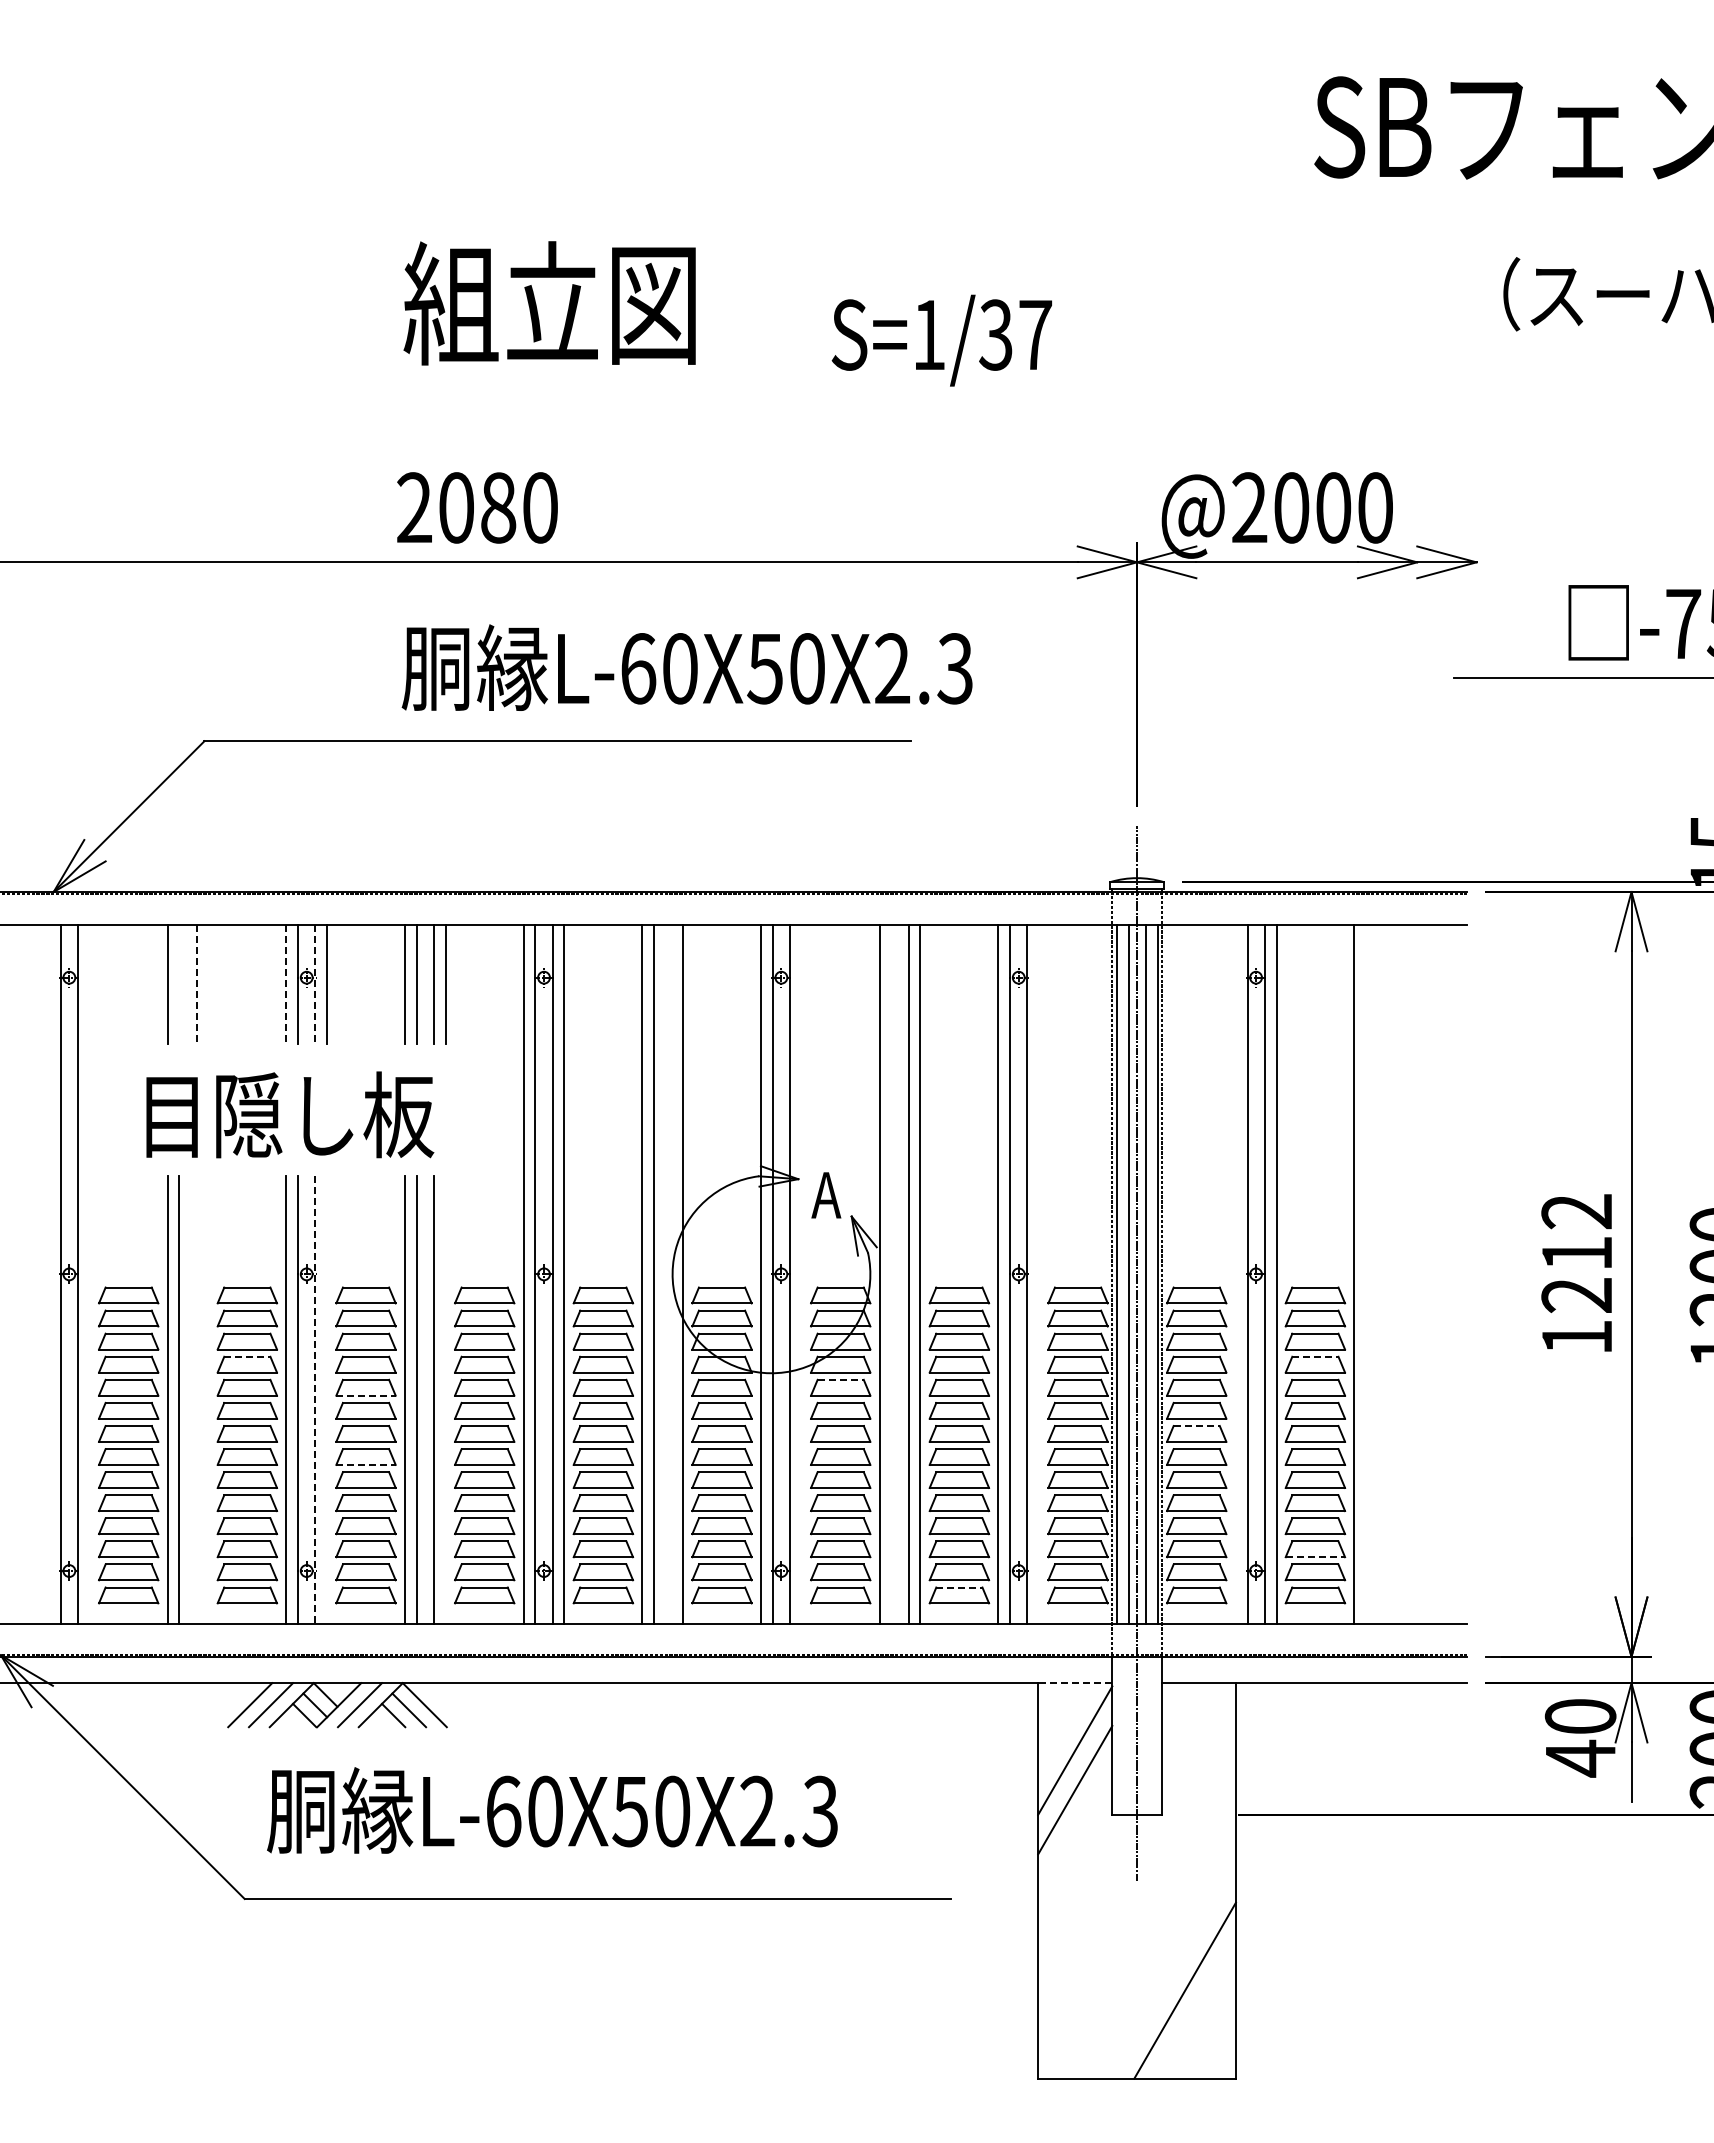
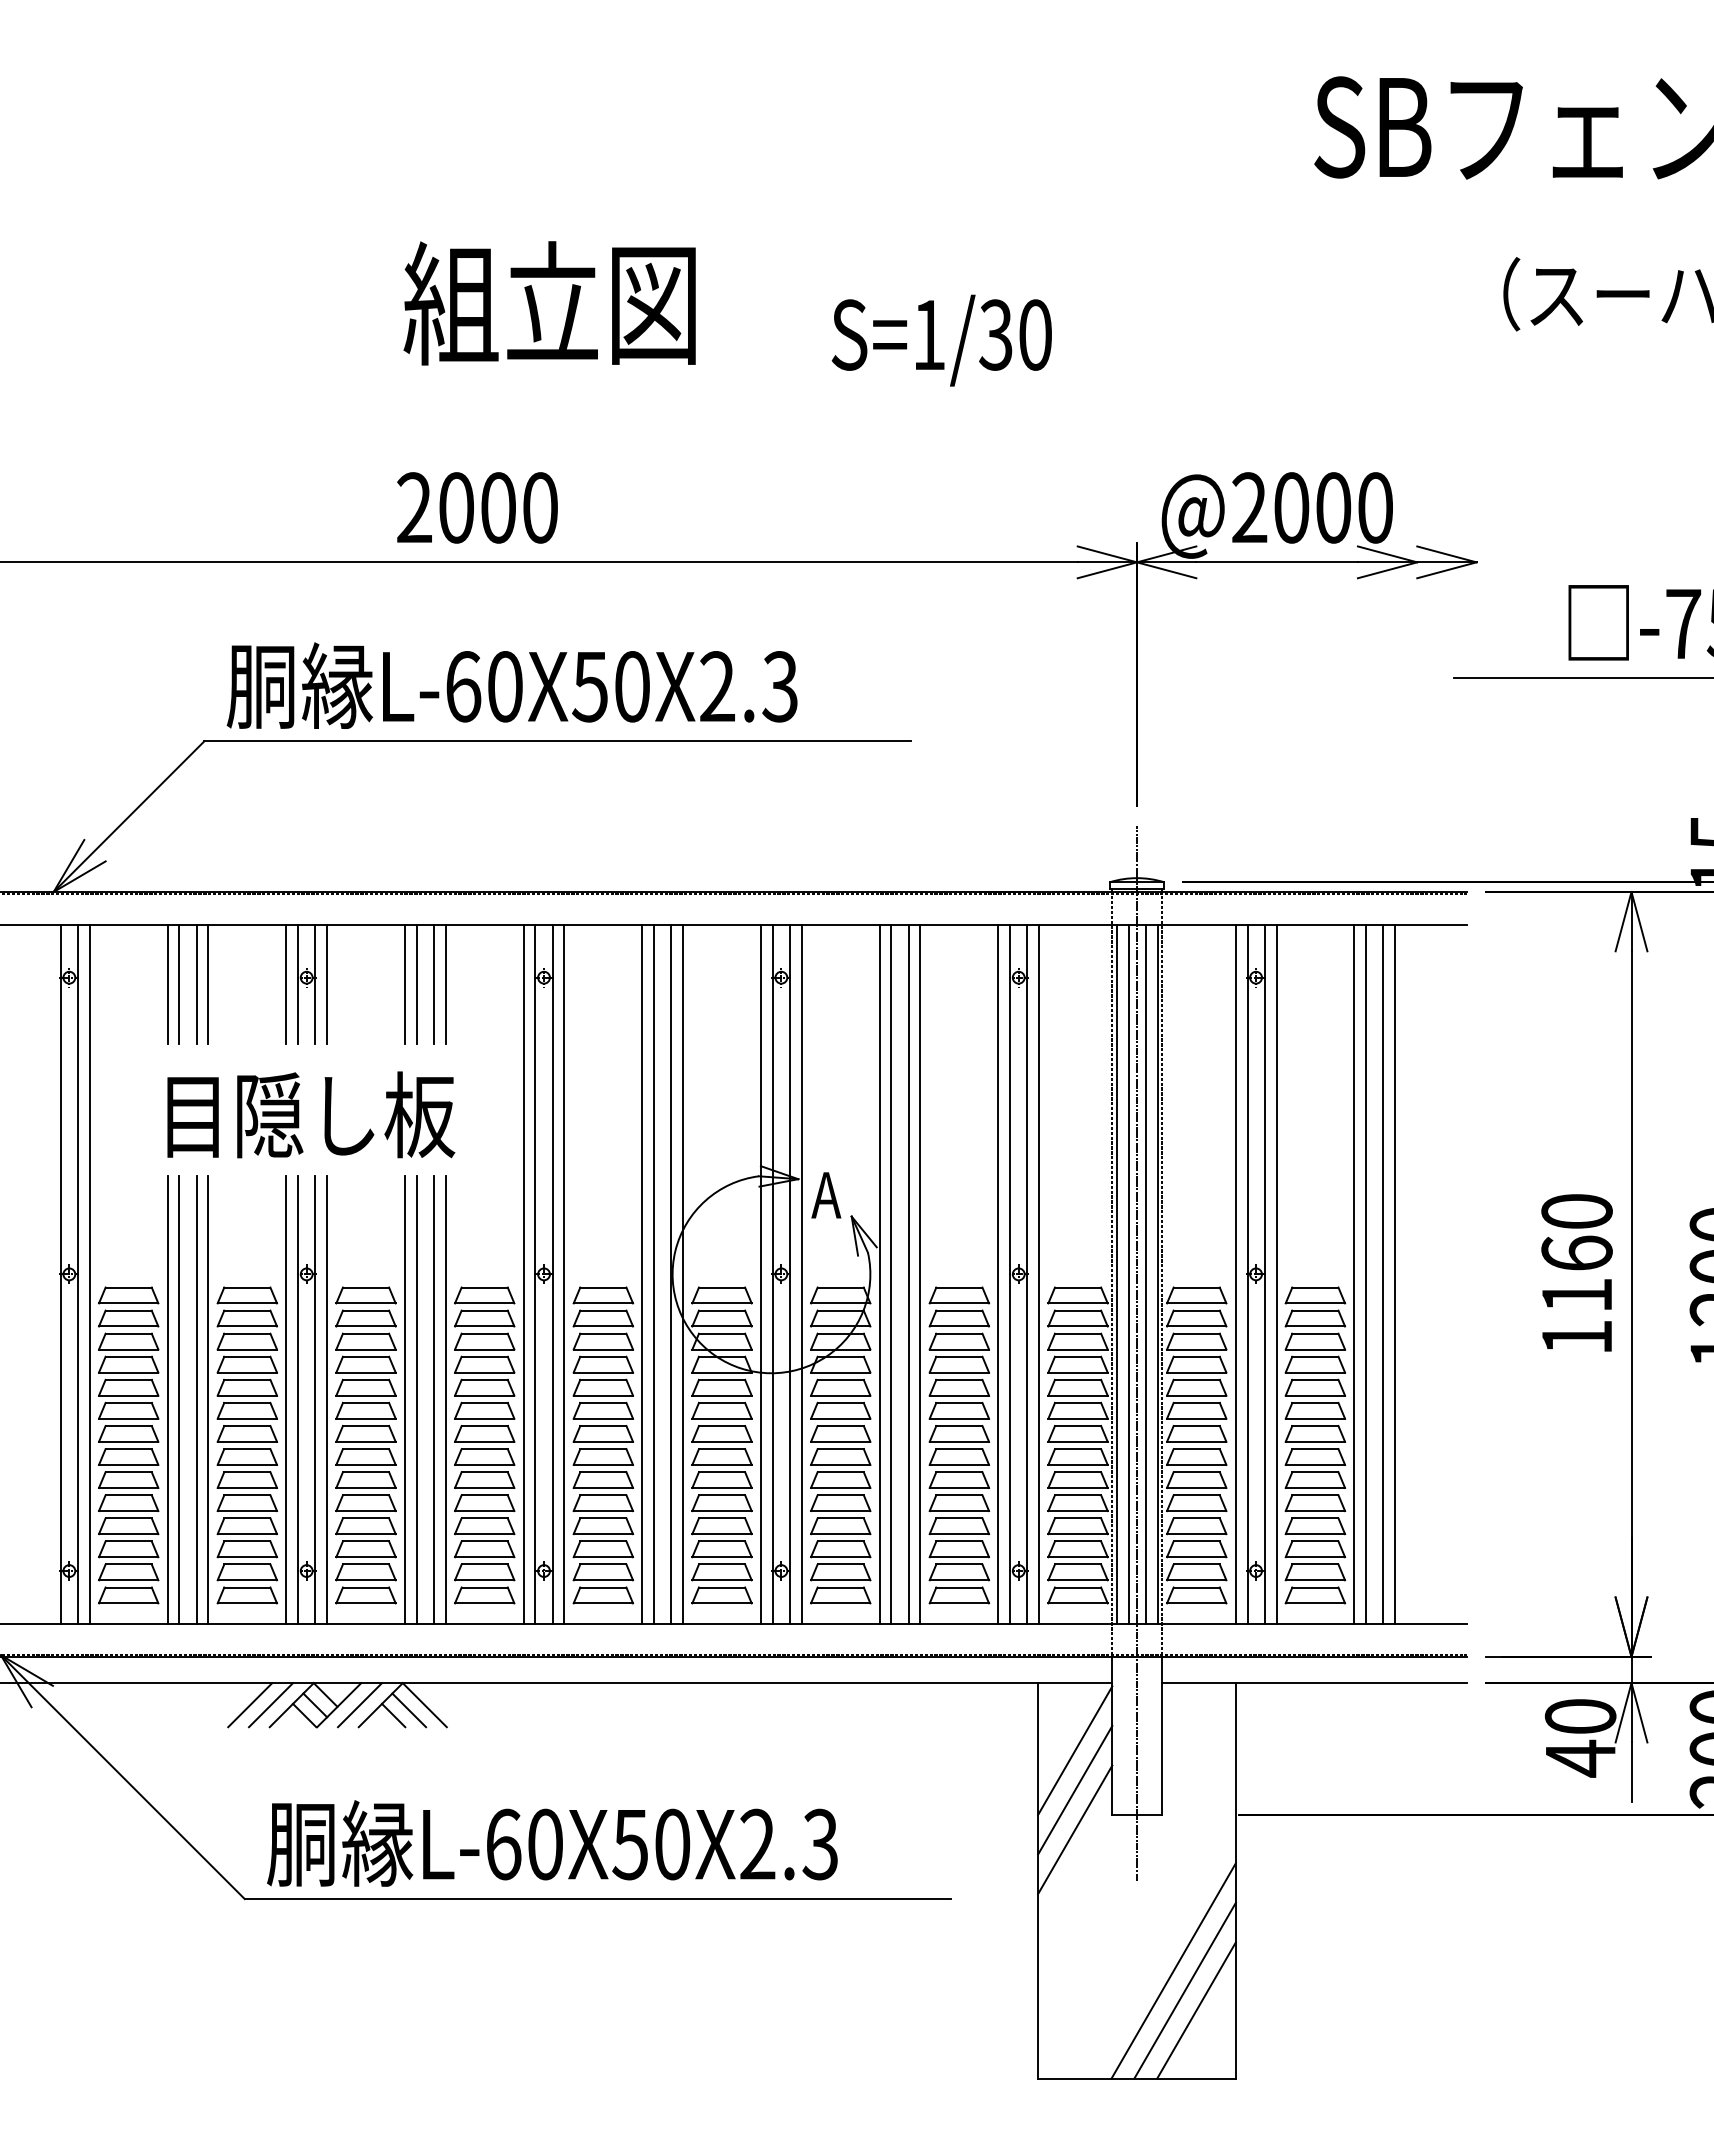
text at (1035, 334): S=1/37 -> S=1/30
text at (498, 507): 2080 -> 2000
text at (686, 667) position: (686, 667) -> (511, 685)
line at (179, 983): none -> present
line at (208, 983): none -> present
line at (196, 984): dashed -> solid
line at (286, 984): dashed -> solid
line at (315, 984): dashed -> solid
text at (290, 1114) position: (290, 1114) -> (311, 1114)
text at (1576, 1253): 1212 -> 1160
line at (89, 1273): none -> present
line at (671, 1273): none -> present
line at (801, 1273): none -> present
line at (891, 1273): none -> present
line at (1039, 1273): none -> present
line at (1235, 1273): none -> present
line at (1366, 1273): none -> present
line at (1383, 1273): none -> present
line at (1395, 1273): none -> present
line at (247, 1356): dashed -> solid
line at (1315, 1356): dashed -> solid
line at (841, 1379): dashed -> solid
line at (366, 1395): dashed -> solid
line at (196, 1399): none -> present
line at (208, 1399): none -> present
line at (327, 1399): none -> present
line at (445, 1399): none -> present
line at (315, 1400): dashed -> solid
line at (1197, 1426): dashed -> solid
line at (366, 1464): dashed -> solid
line at (1315, 1557): dashed -> solid
line at (959, 1587): dashed -> solid
line at (1074, 1683): dashed -> solid
text at (552, 1810) position: (552, 1810) -> (552, 1843)
line at (1075, 1829): none -> present
line at (1173, 1970): none -> present
line at (1196, 2010): none -> present
